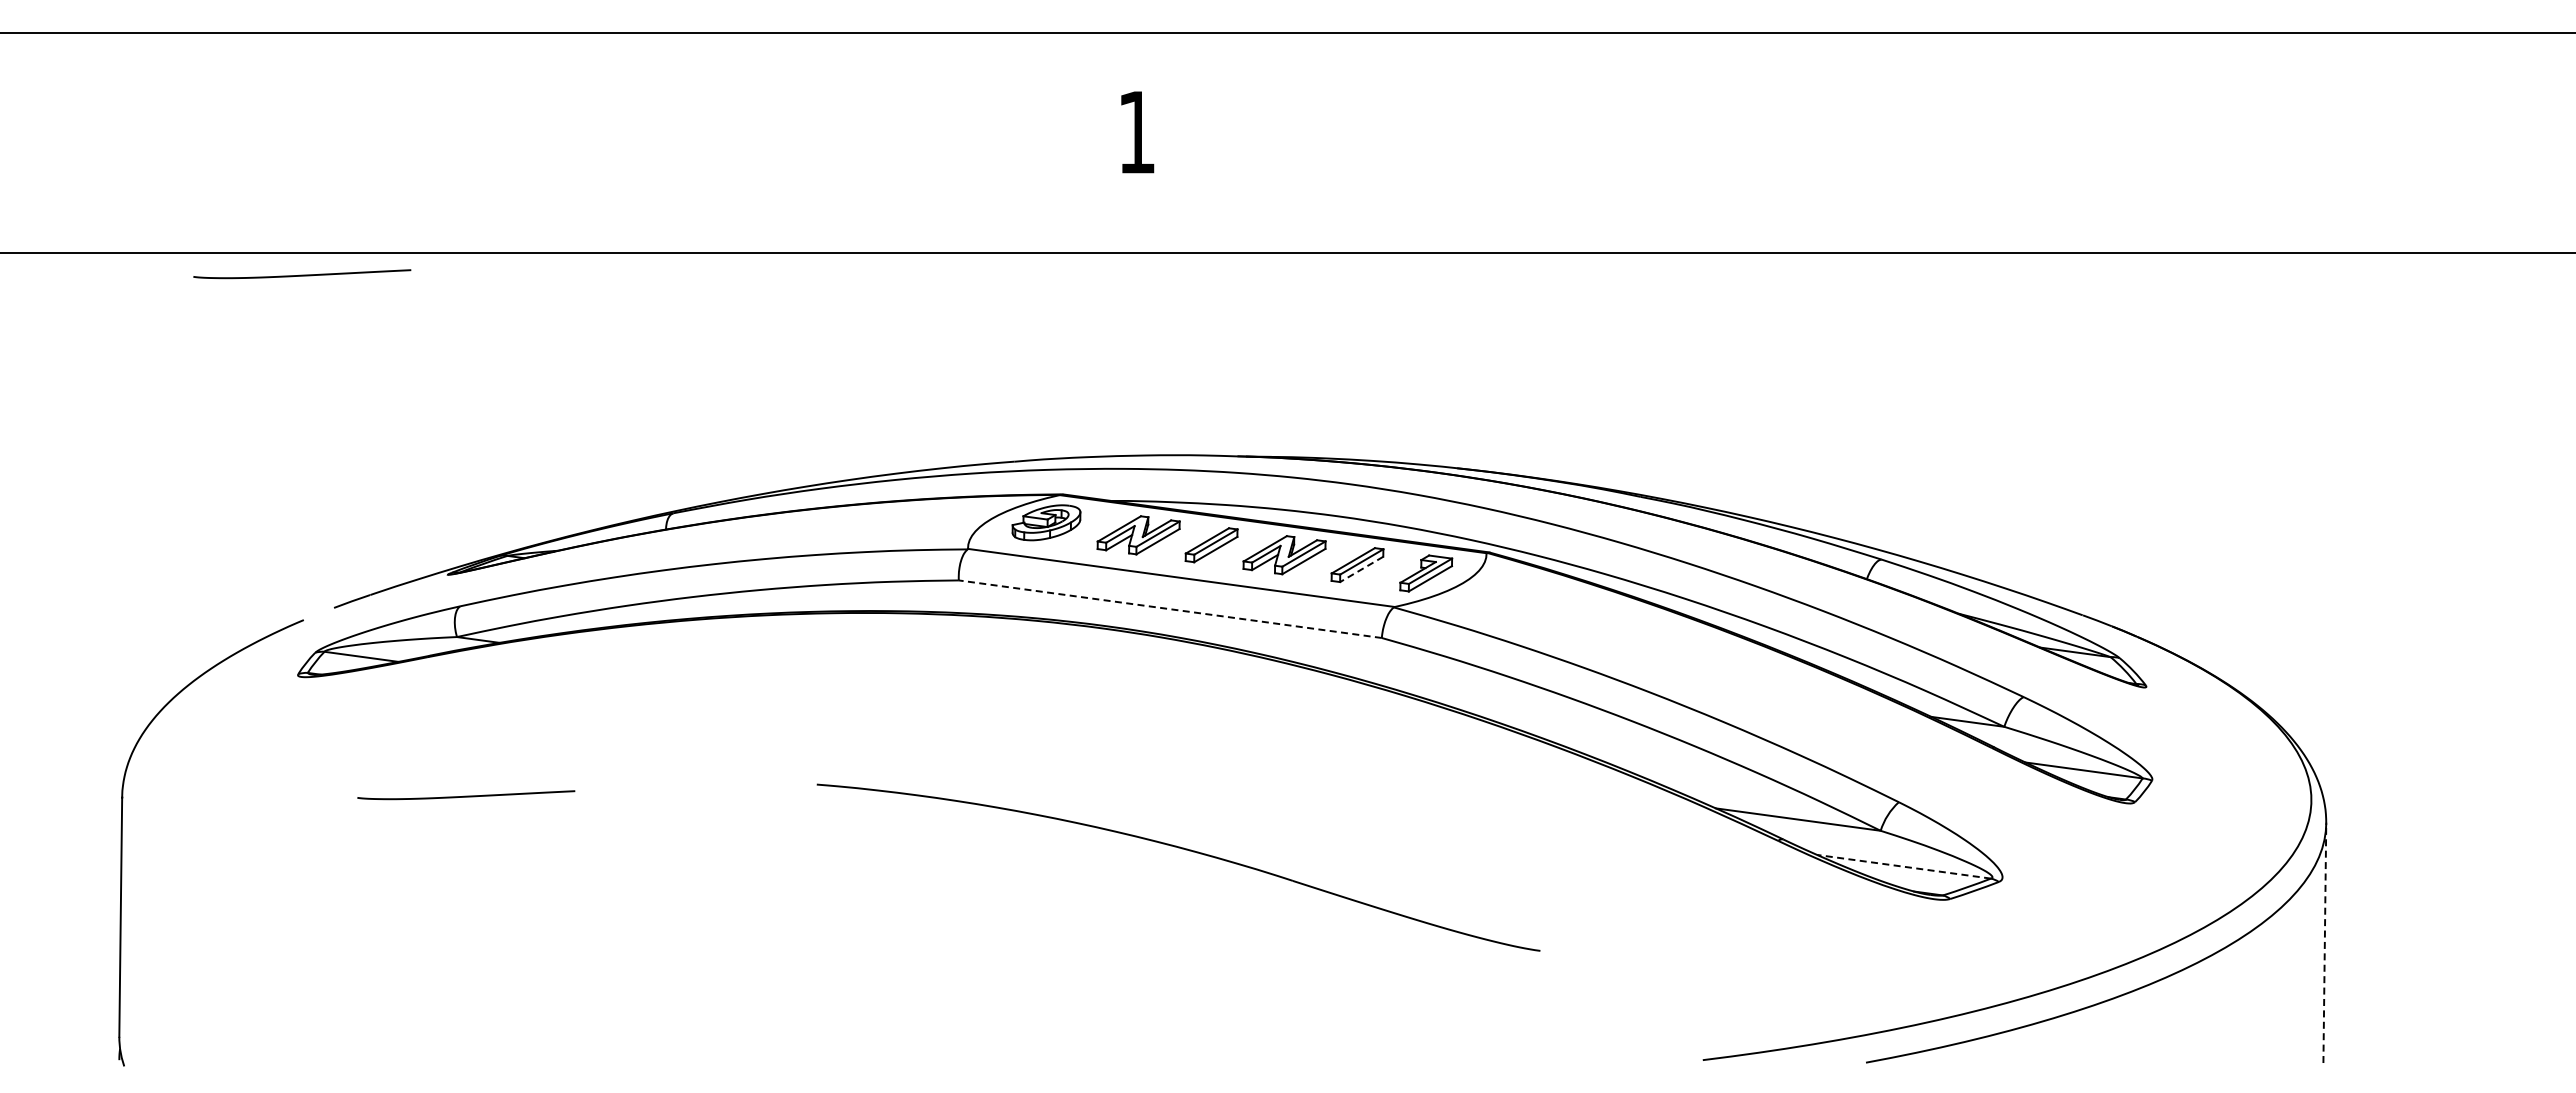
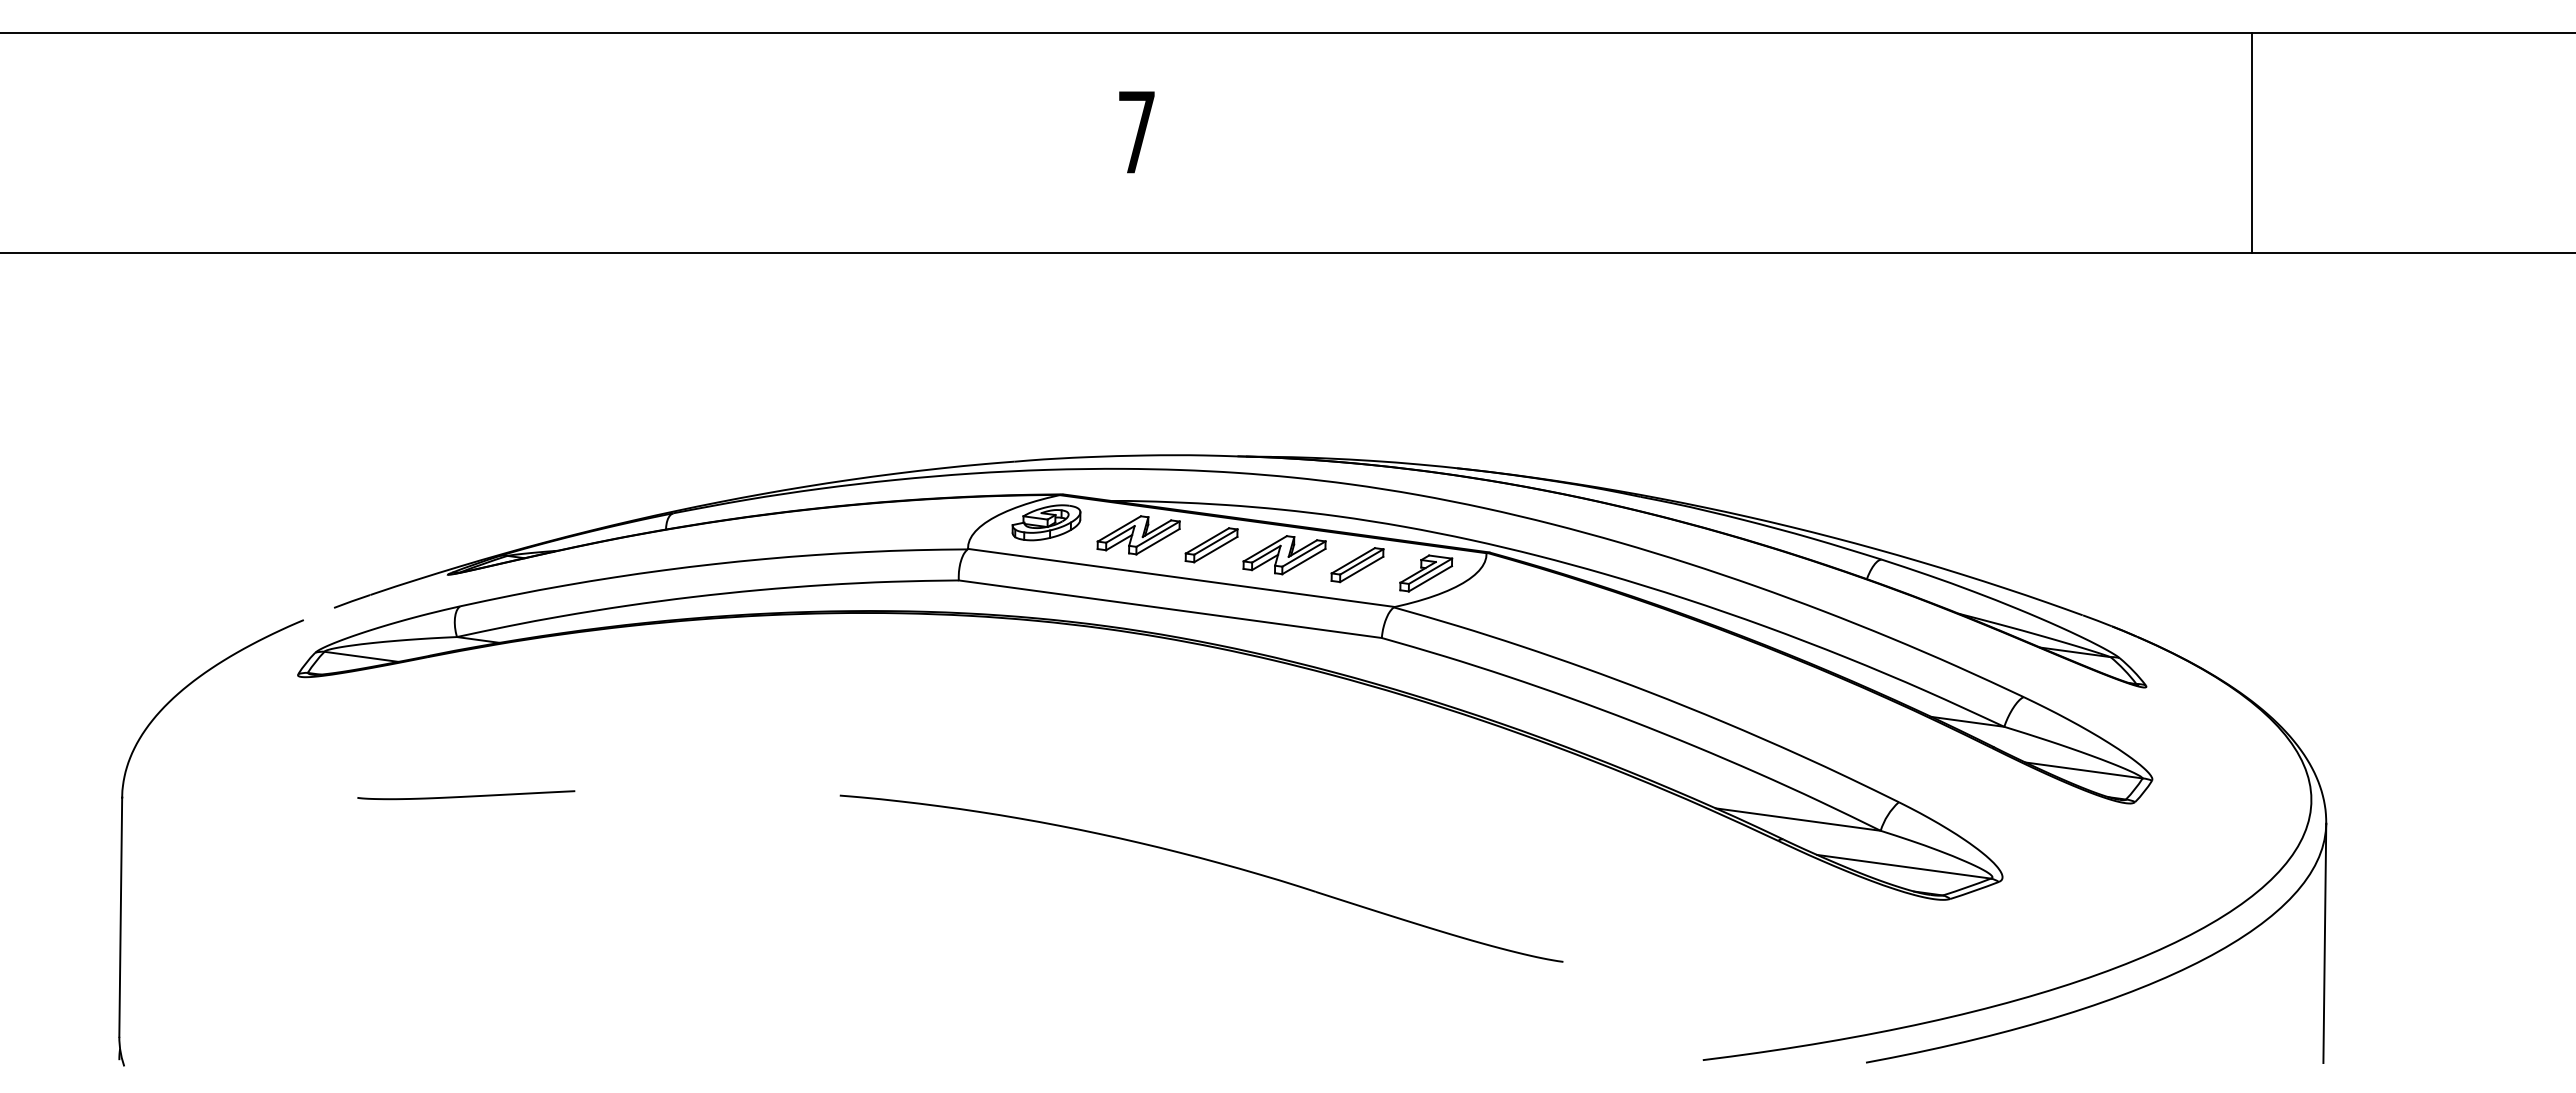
text at (1136, 132): 1 -> 7
line at (2251, 142): none -> present
curve at (302, 274): present -> none
line at (1361, 569): dashed -> solid
line at (1169, 609): dashed -> solid
part at (1185, 850) position: (1185, 850) -> (1208, 861)
line at (1904, 866): dashed -> solid
line at (2324, 943): dashed -> solid
